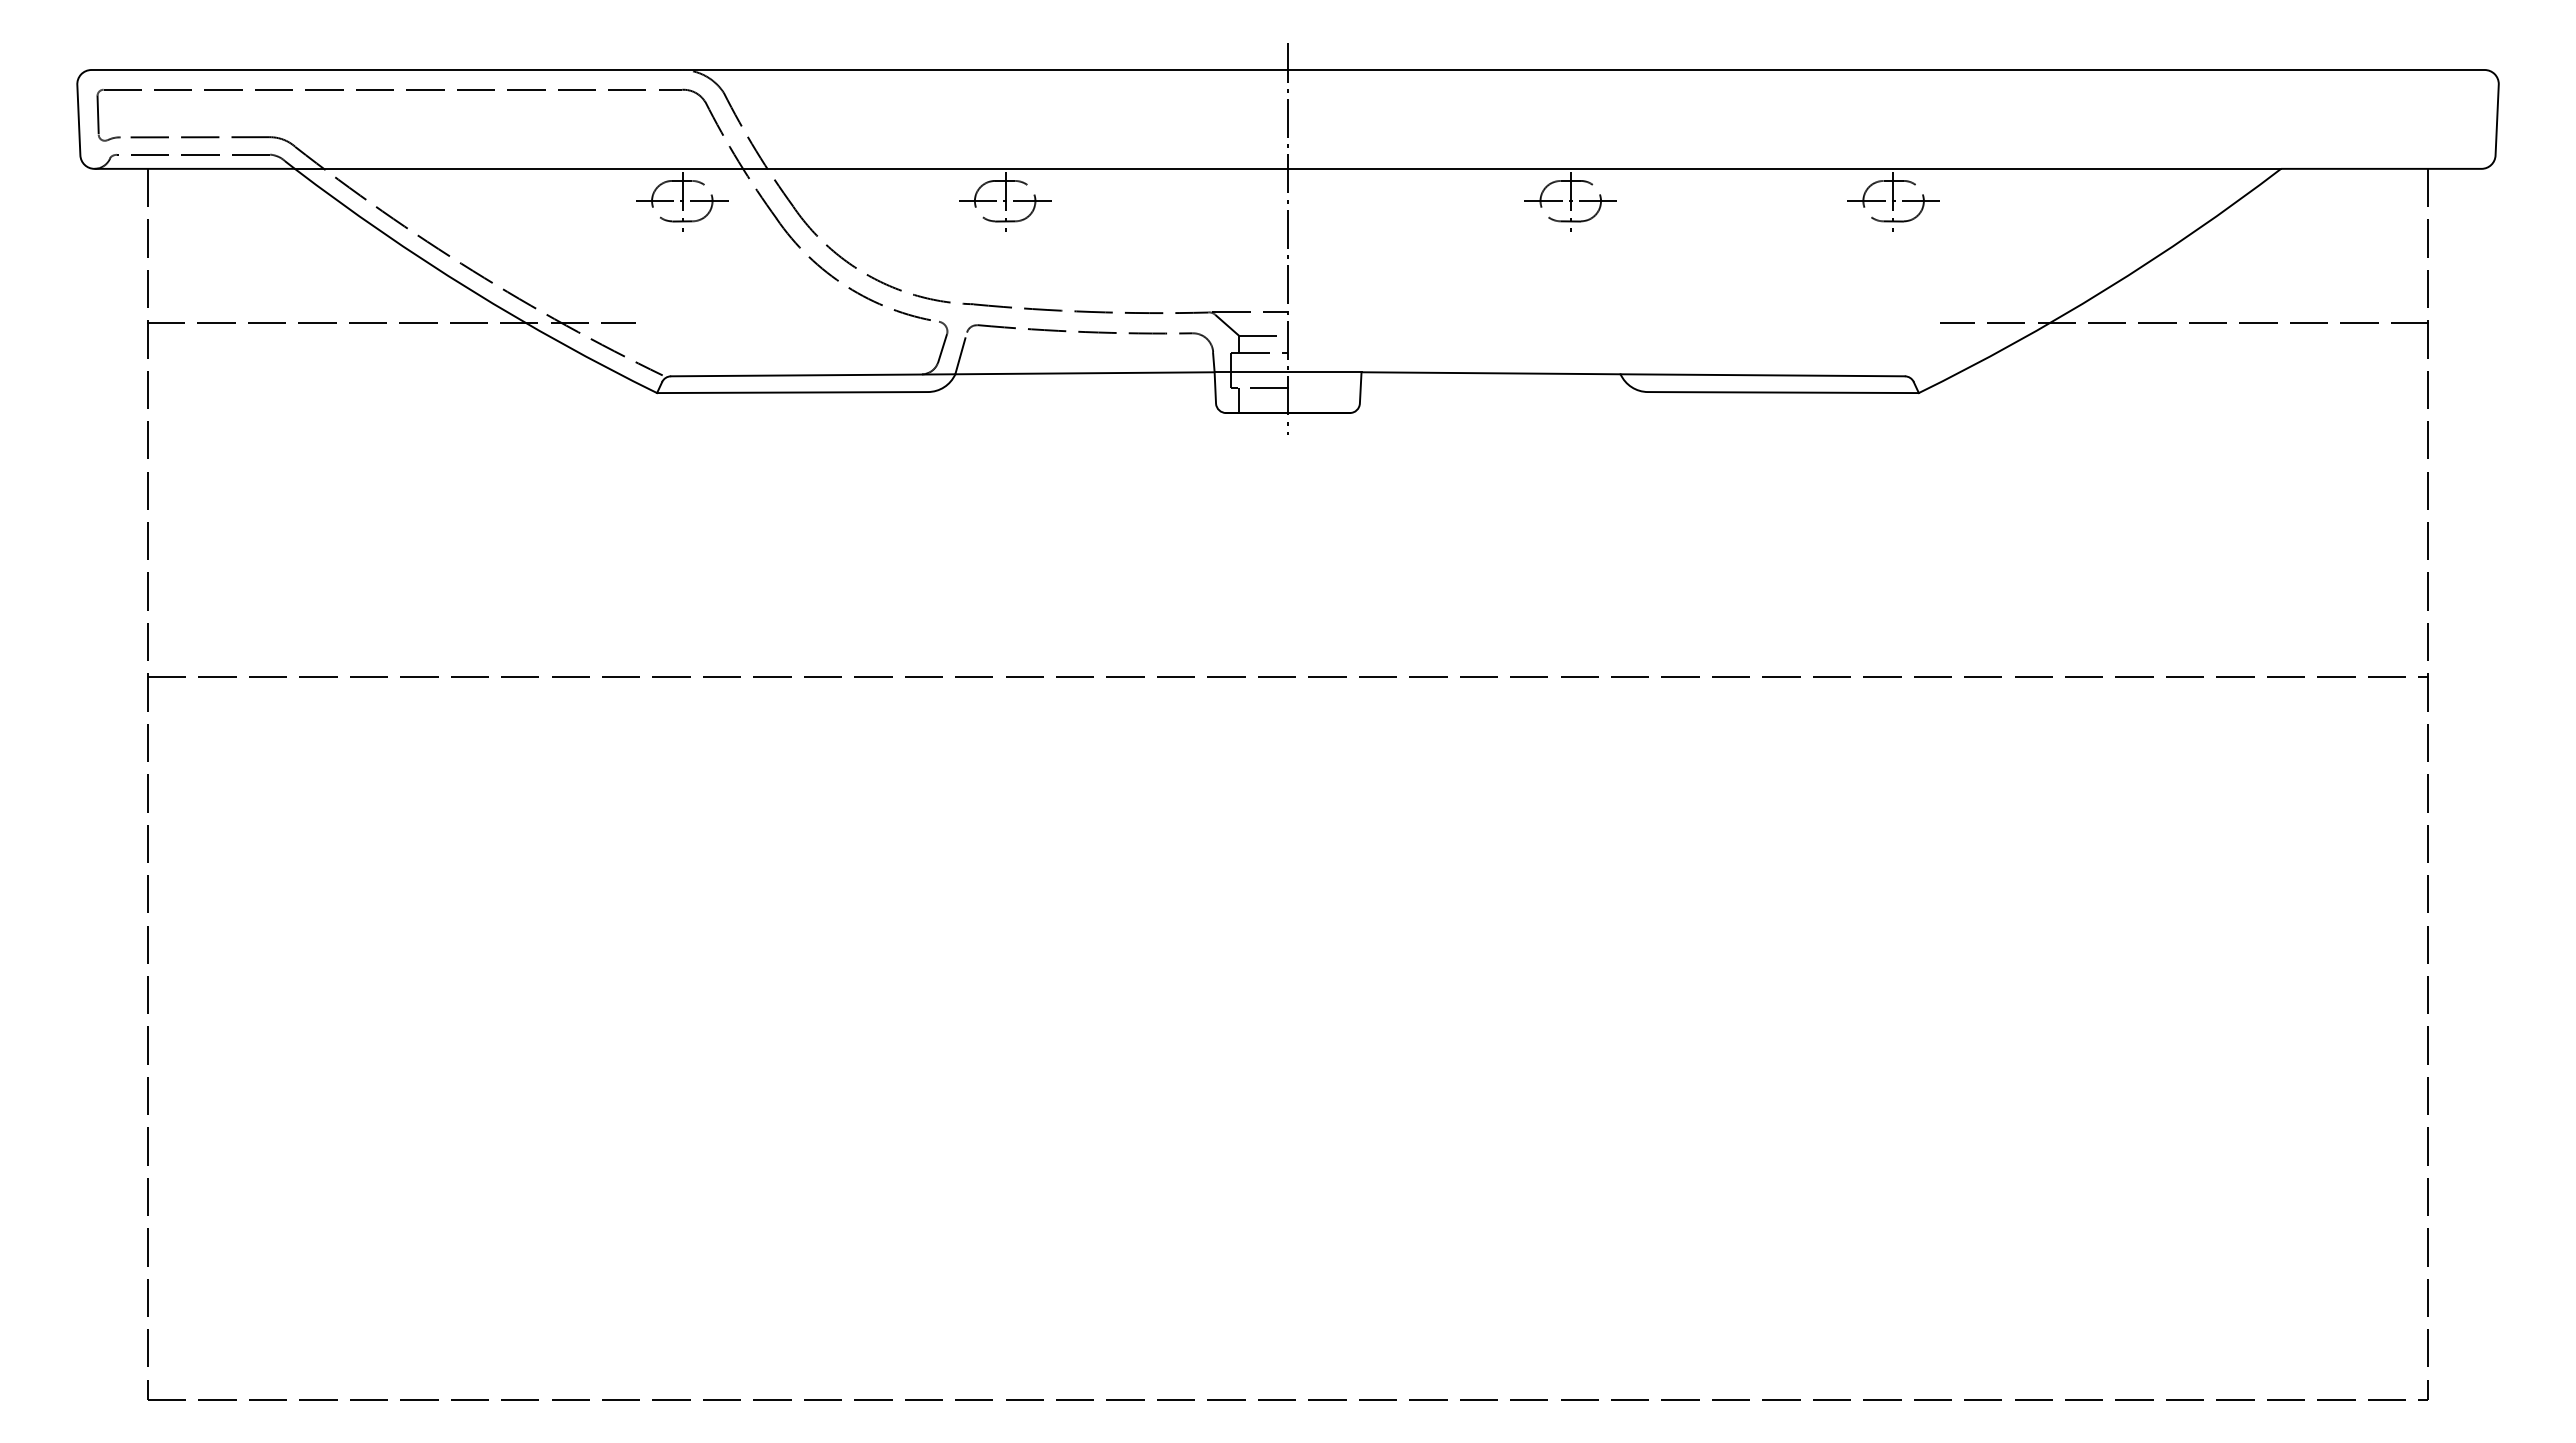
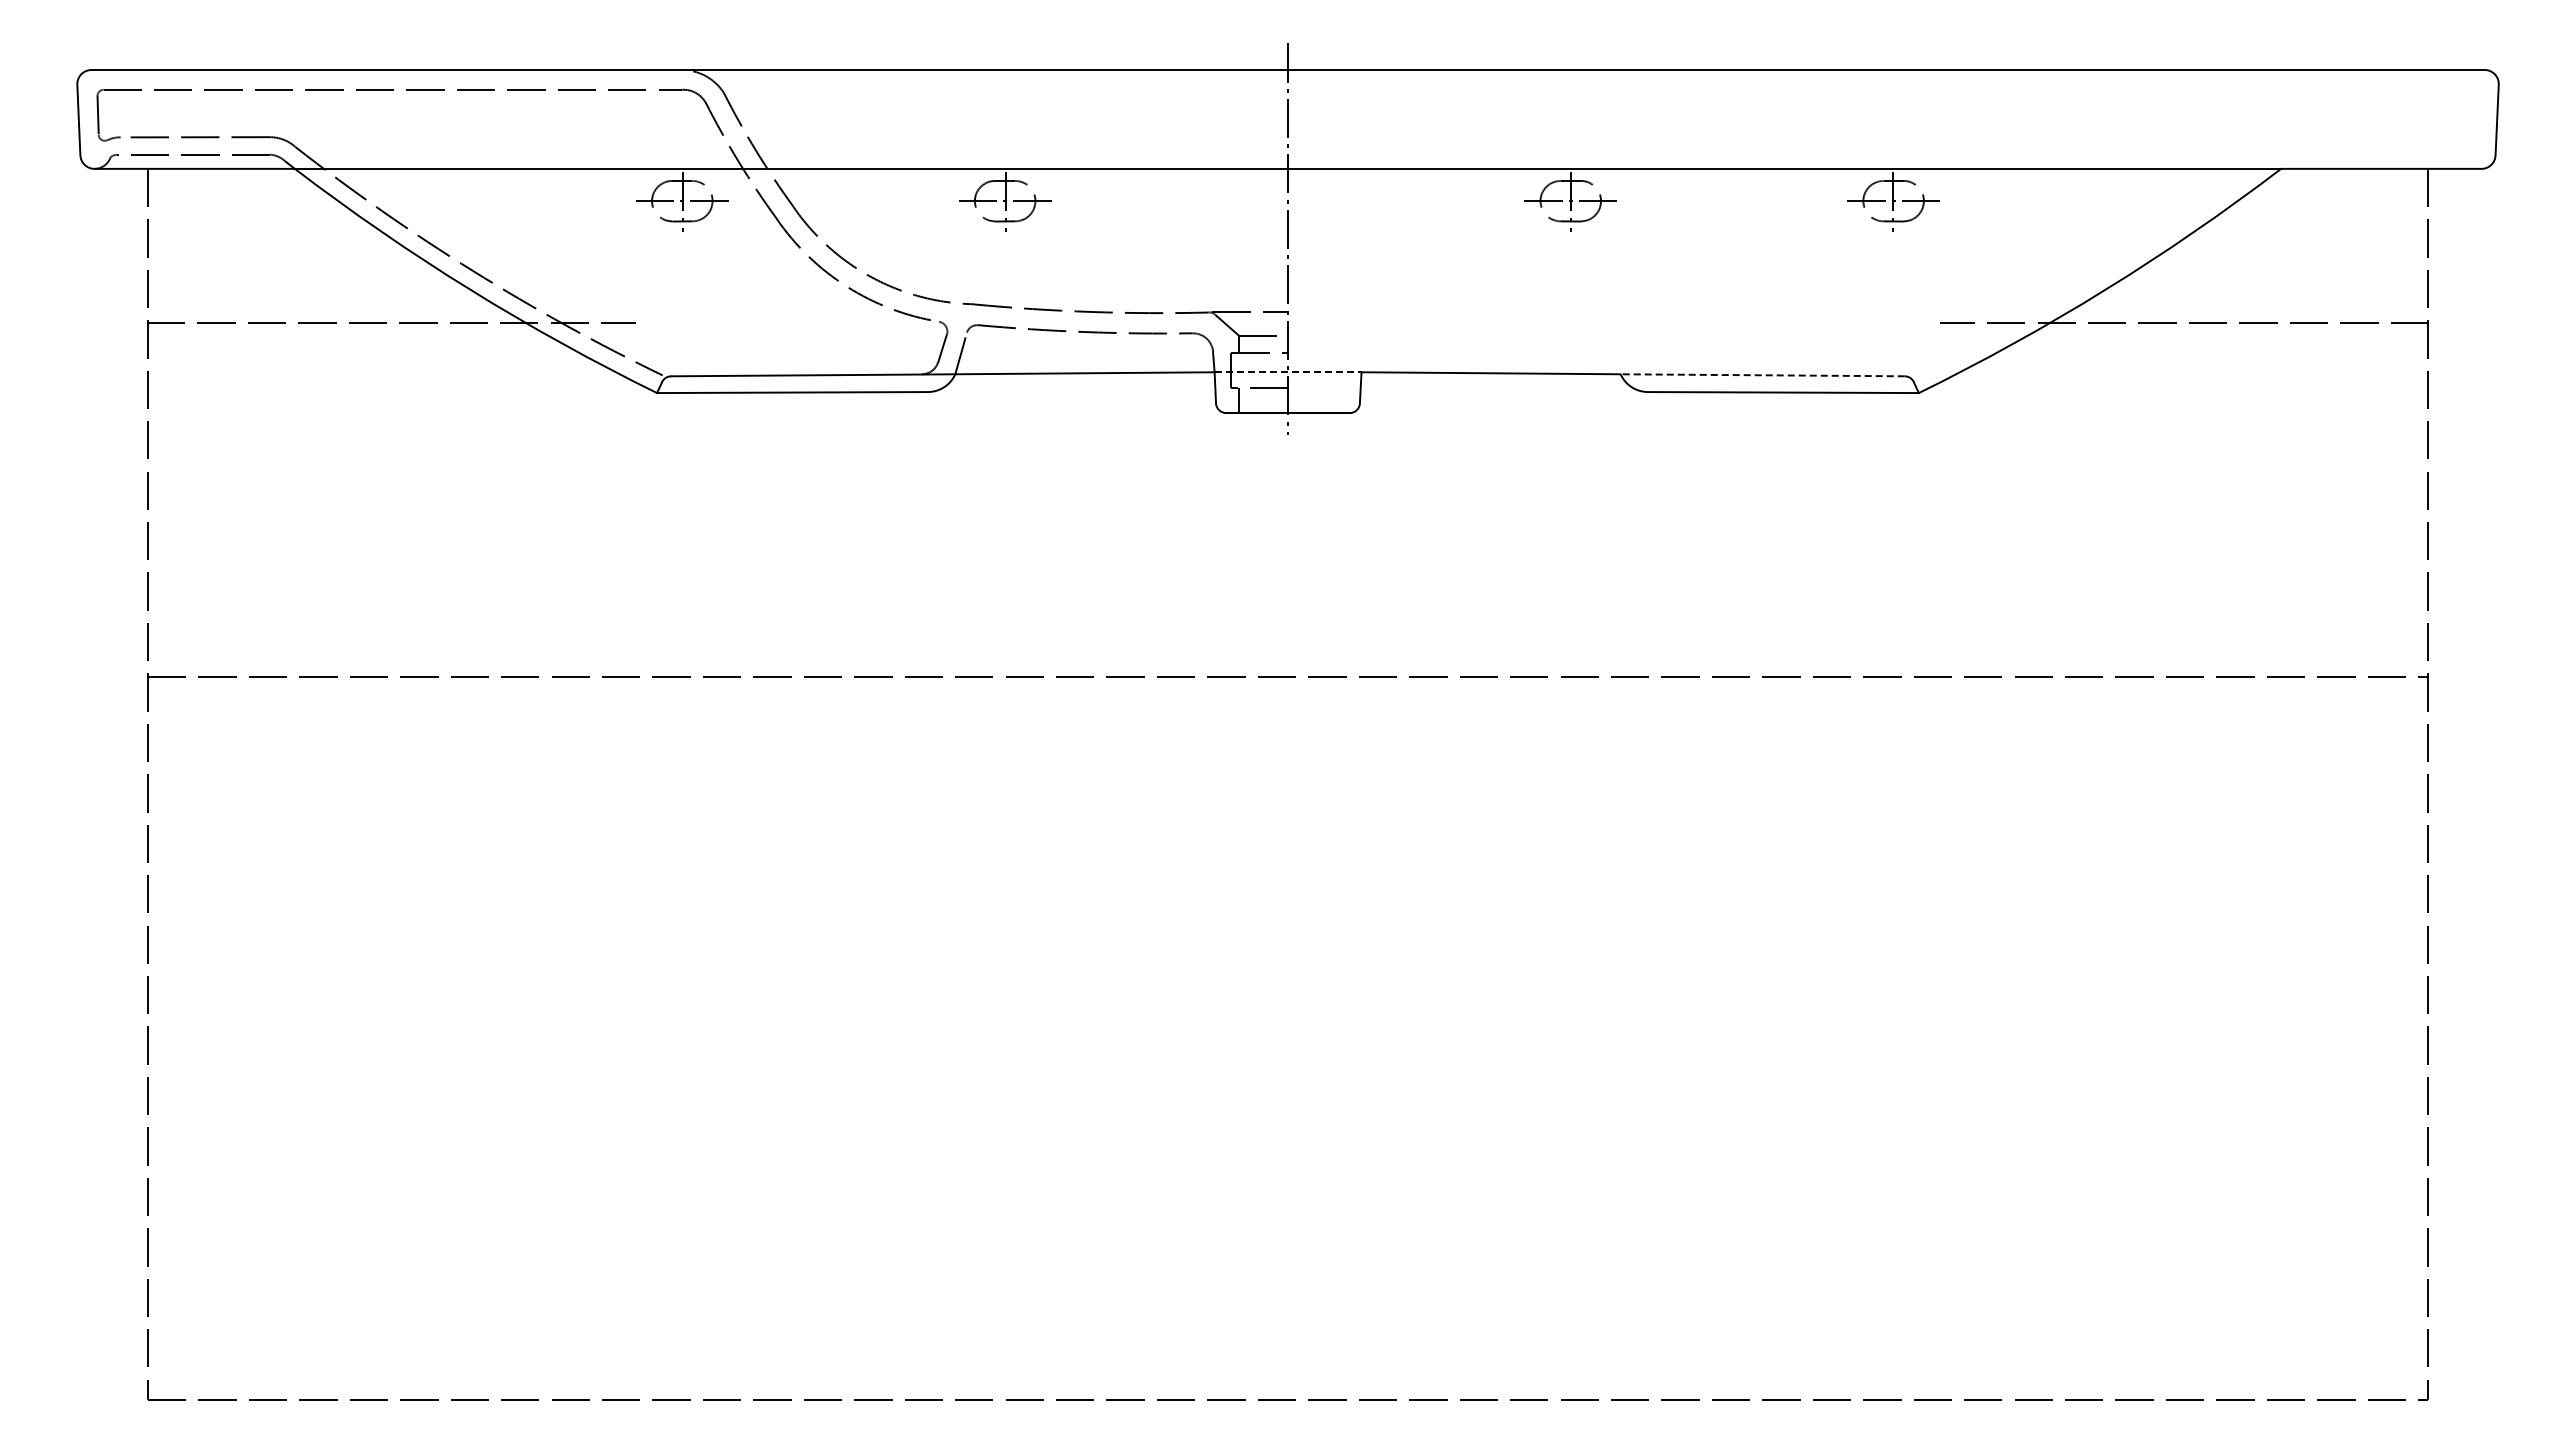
line at (1288, 372): solid -> dashed
line at (1762, 375): solid -> dashed
